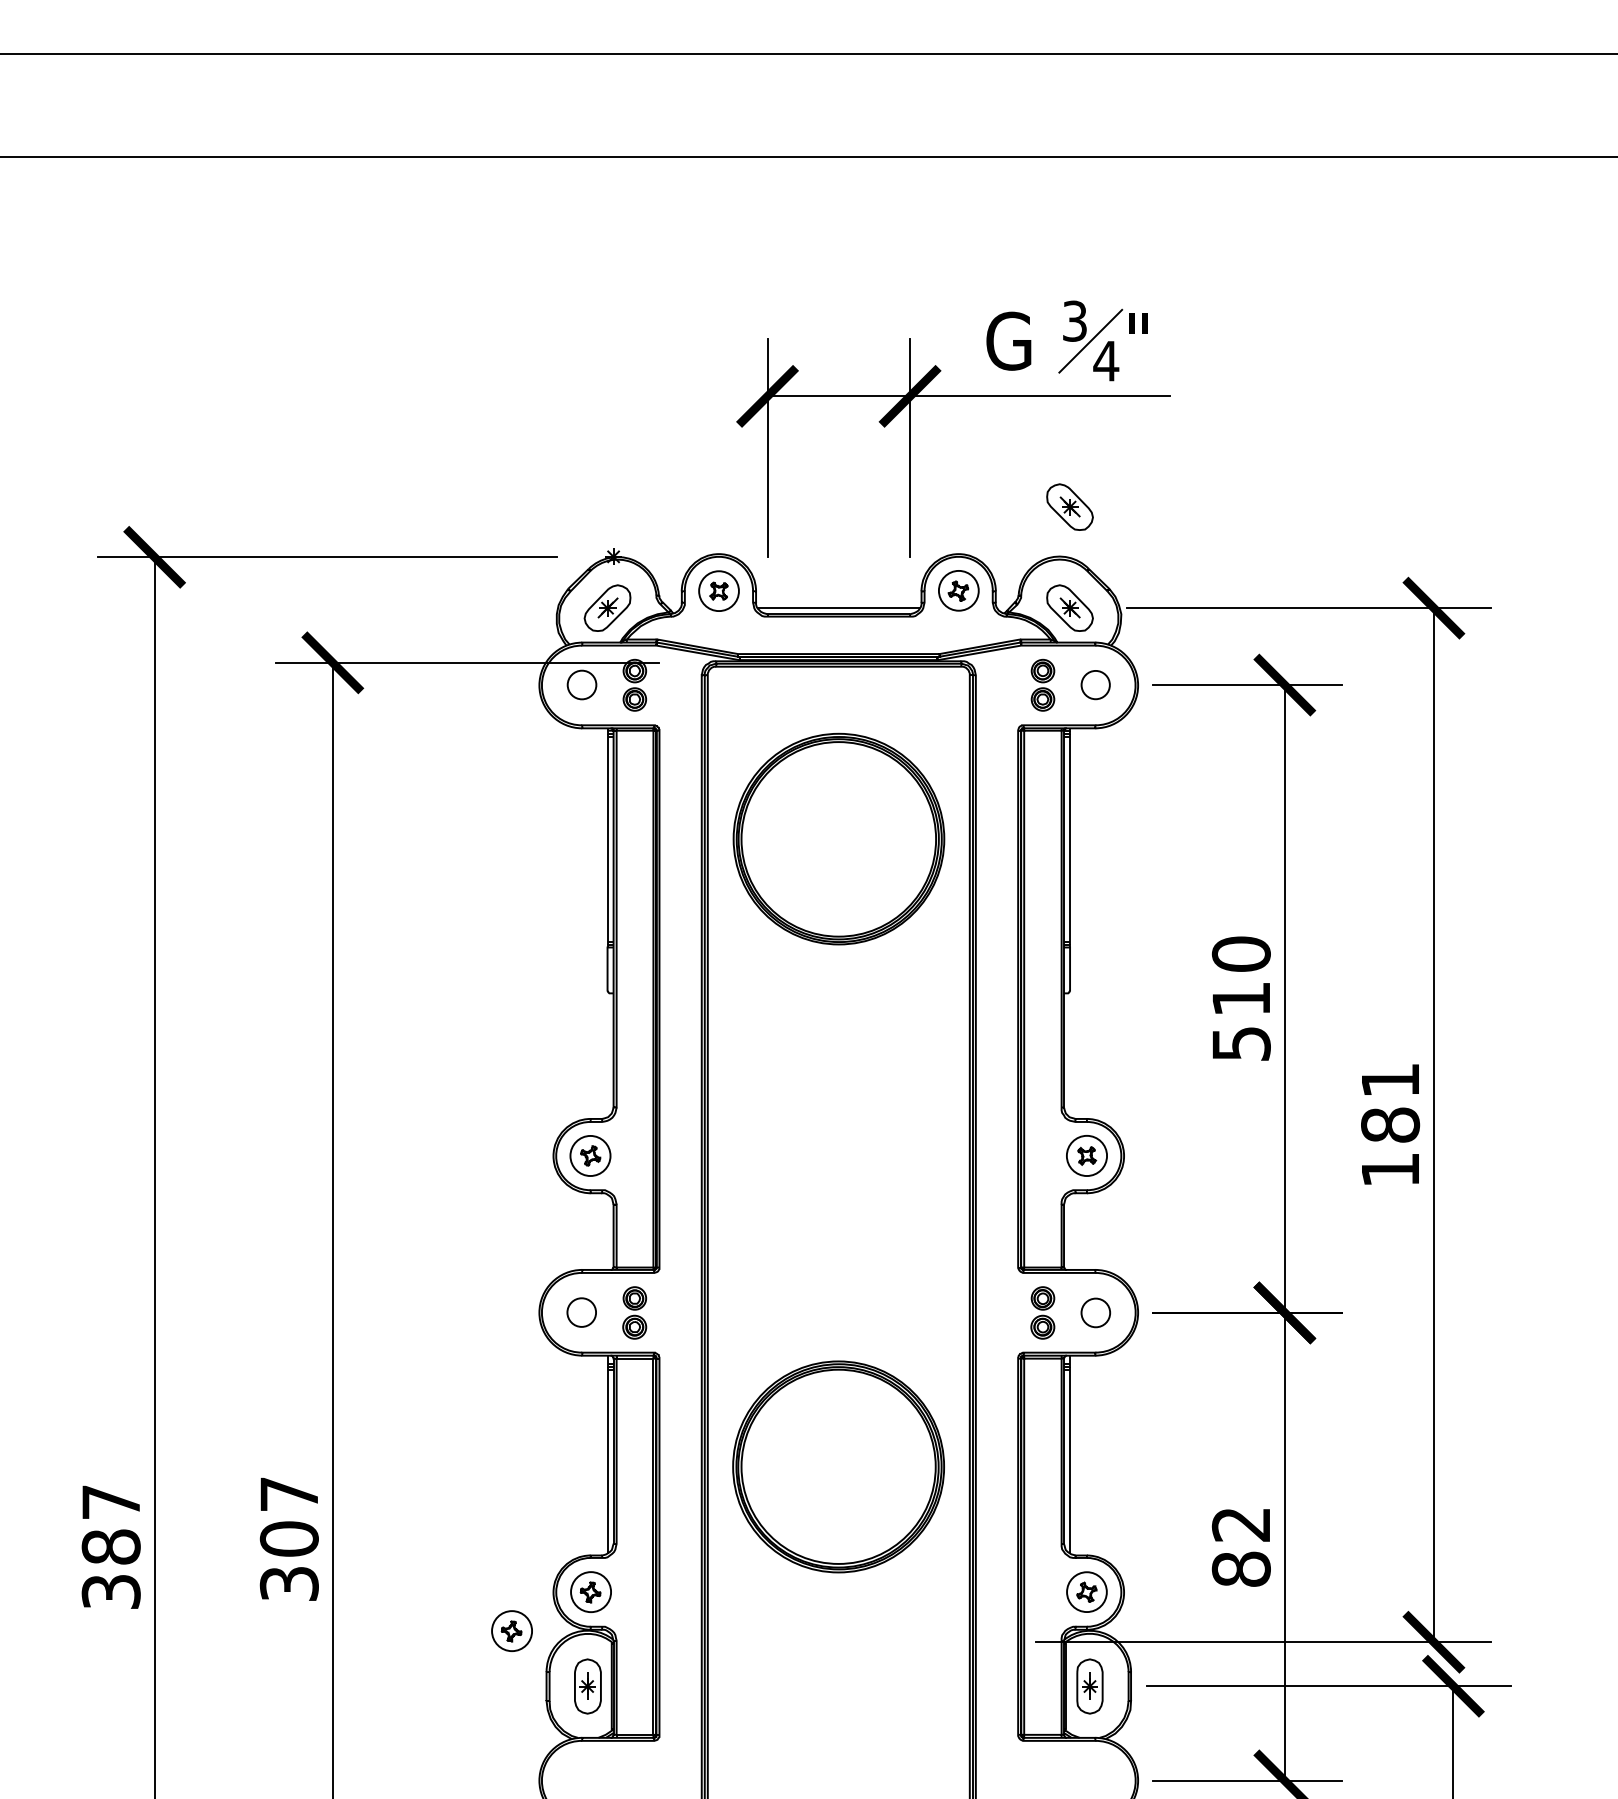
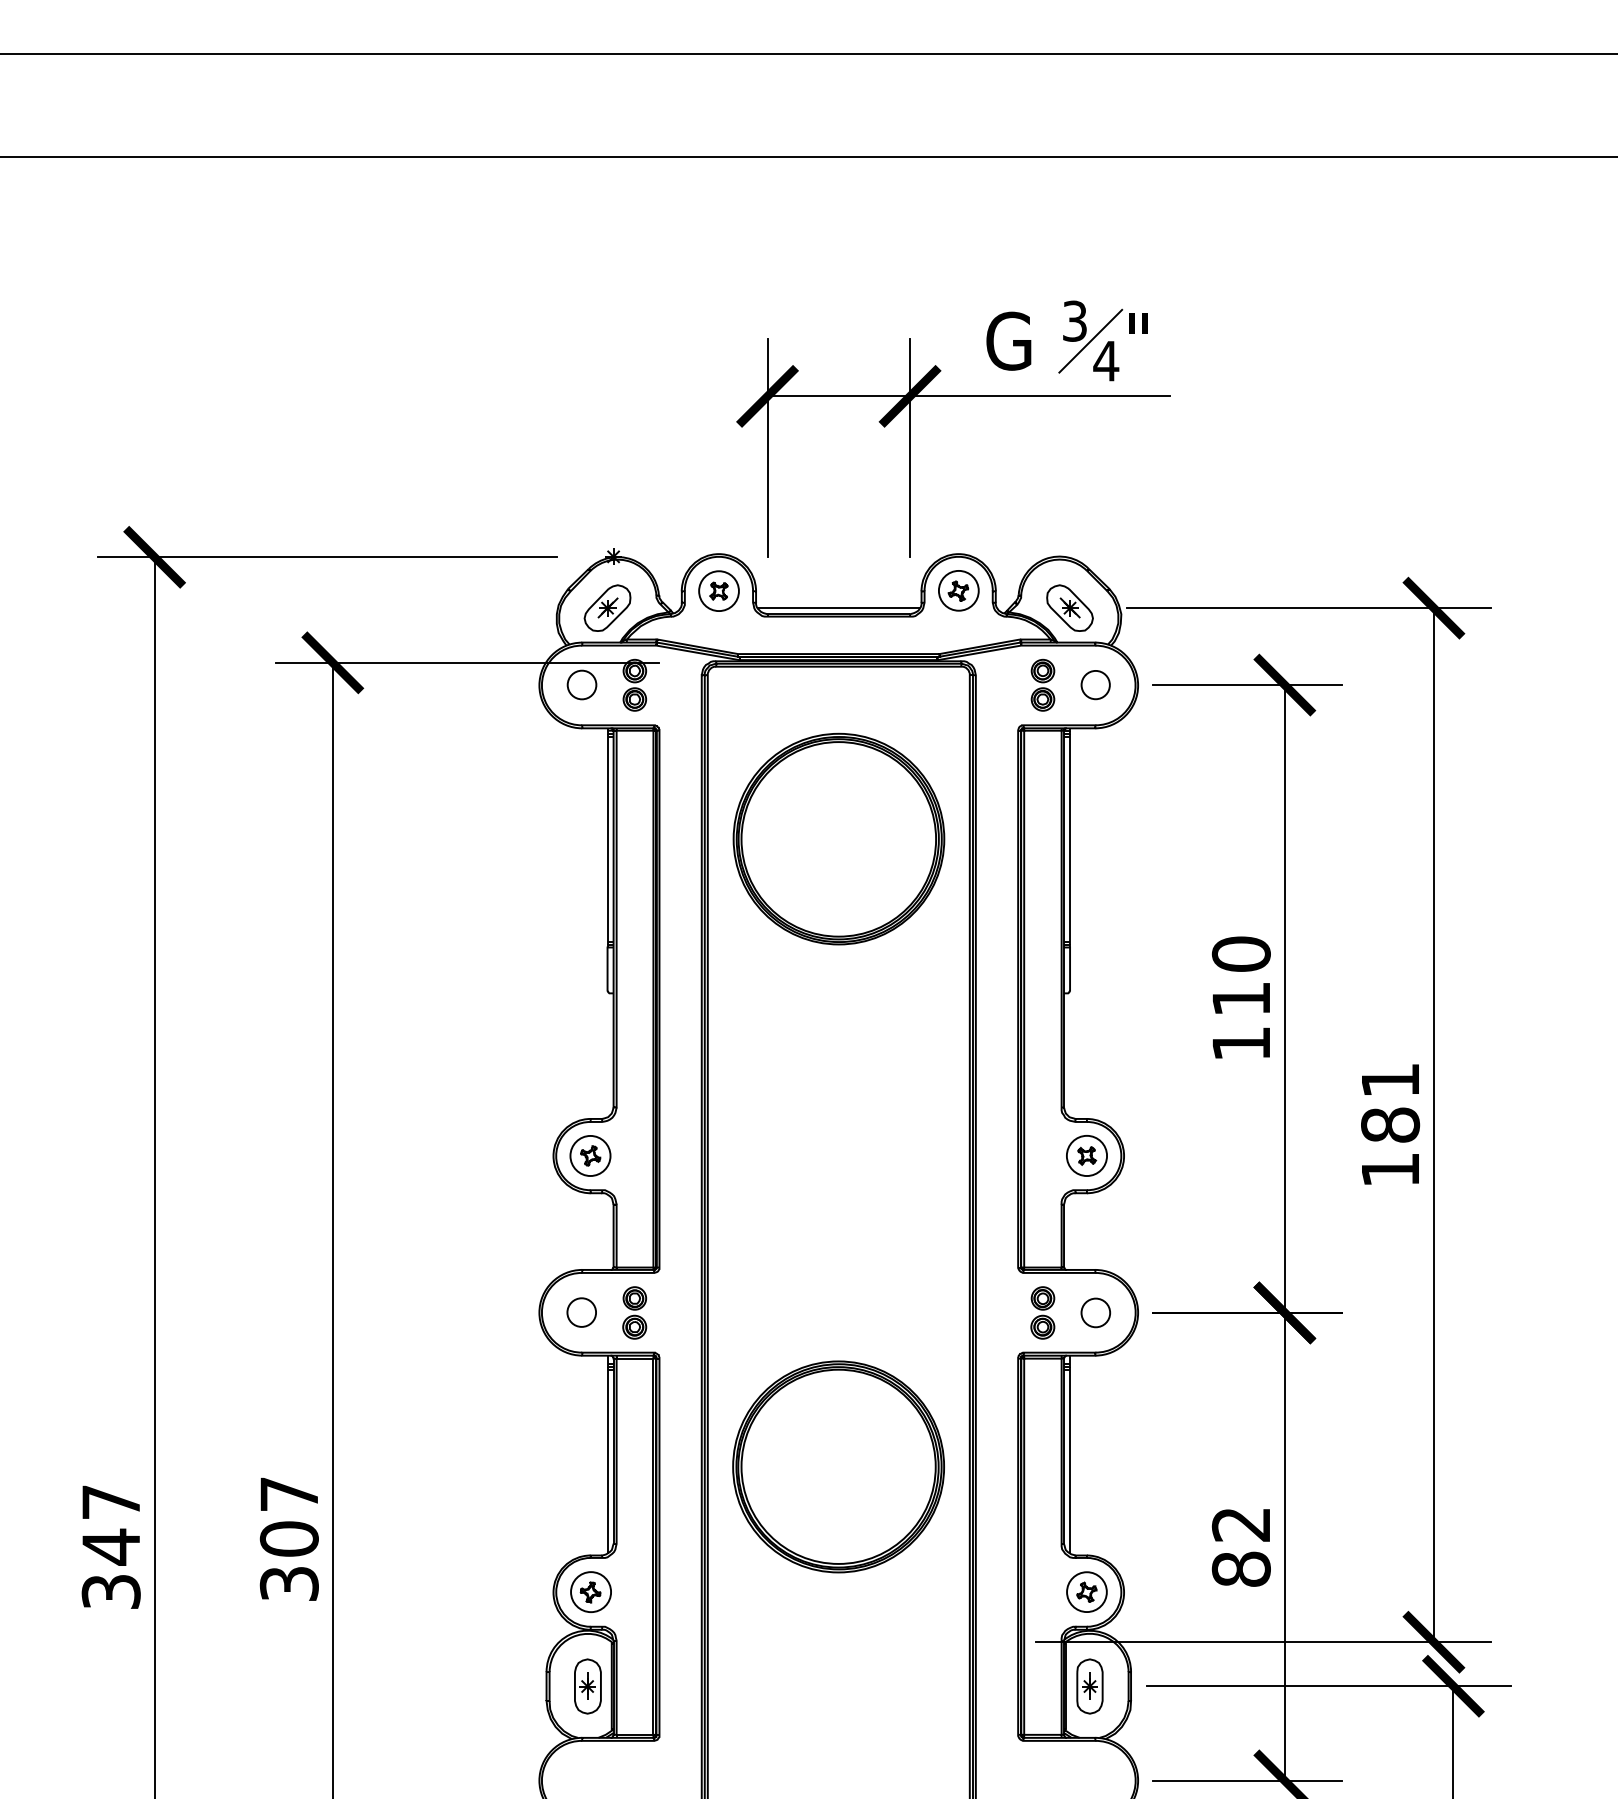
part at (1069, 506): present -> none
text at (1241, 1043): 510 -> 110
text at (110, 1546): 387 -> 347
part at (511, 1630): present -> none
